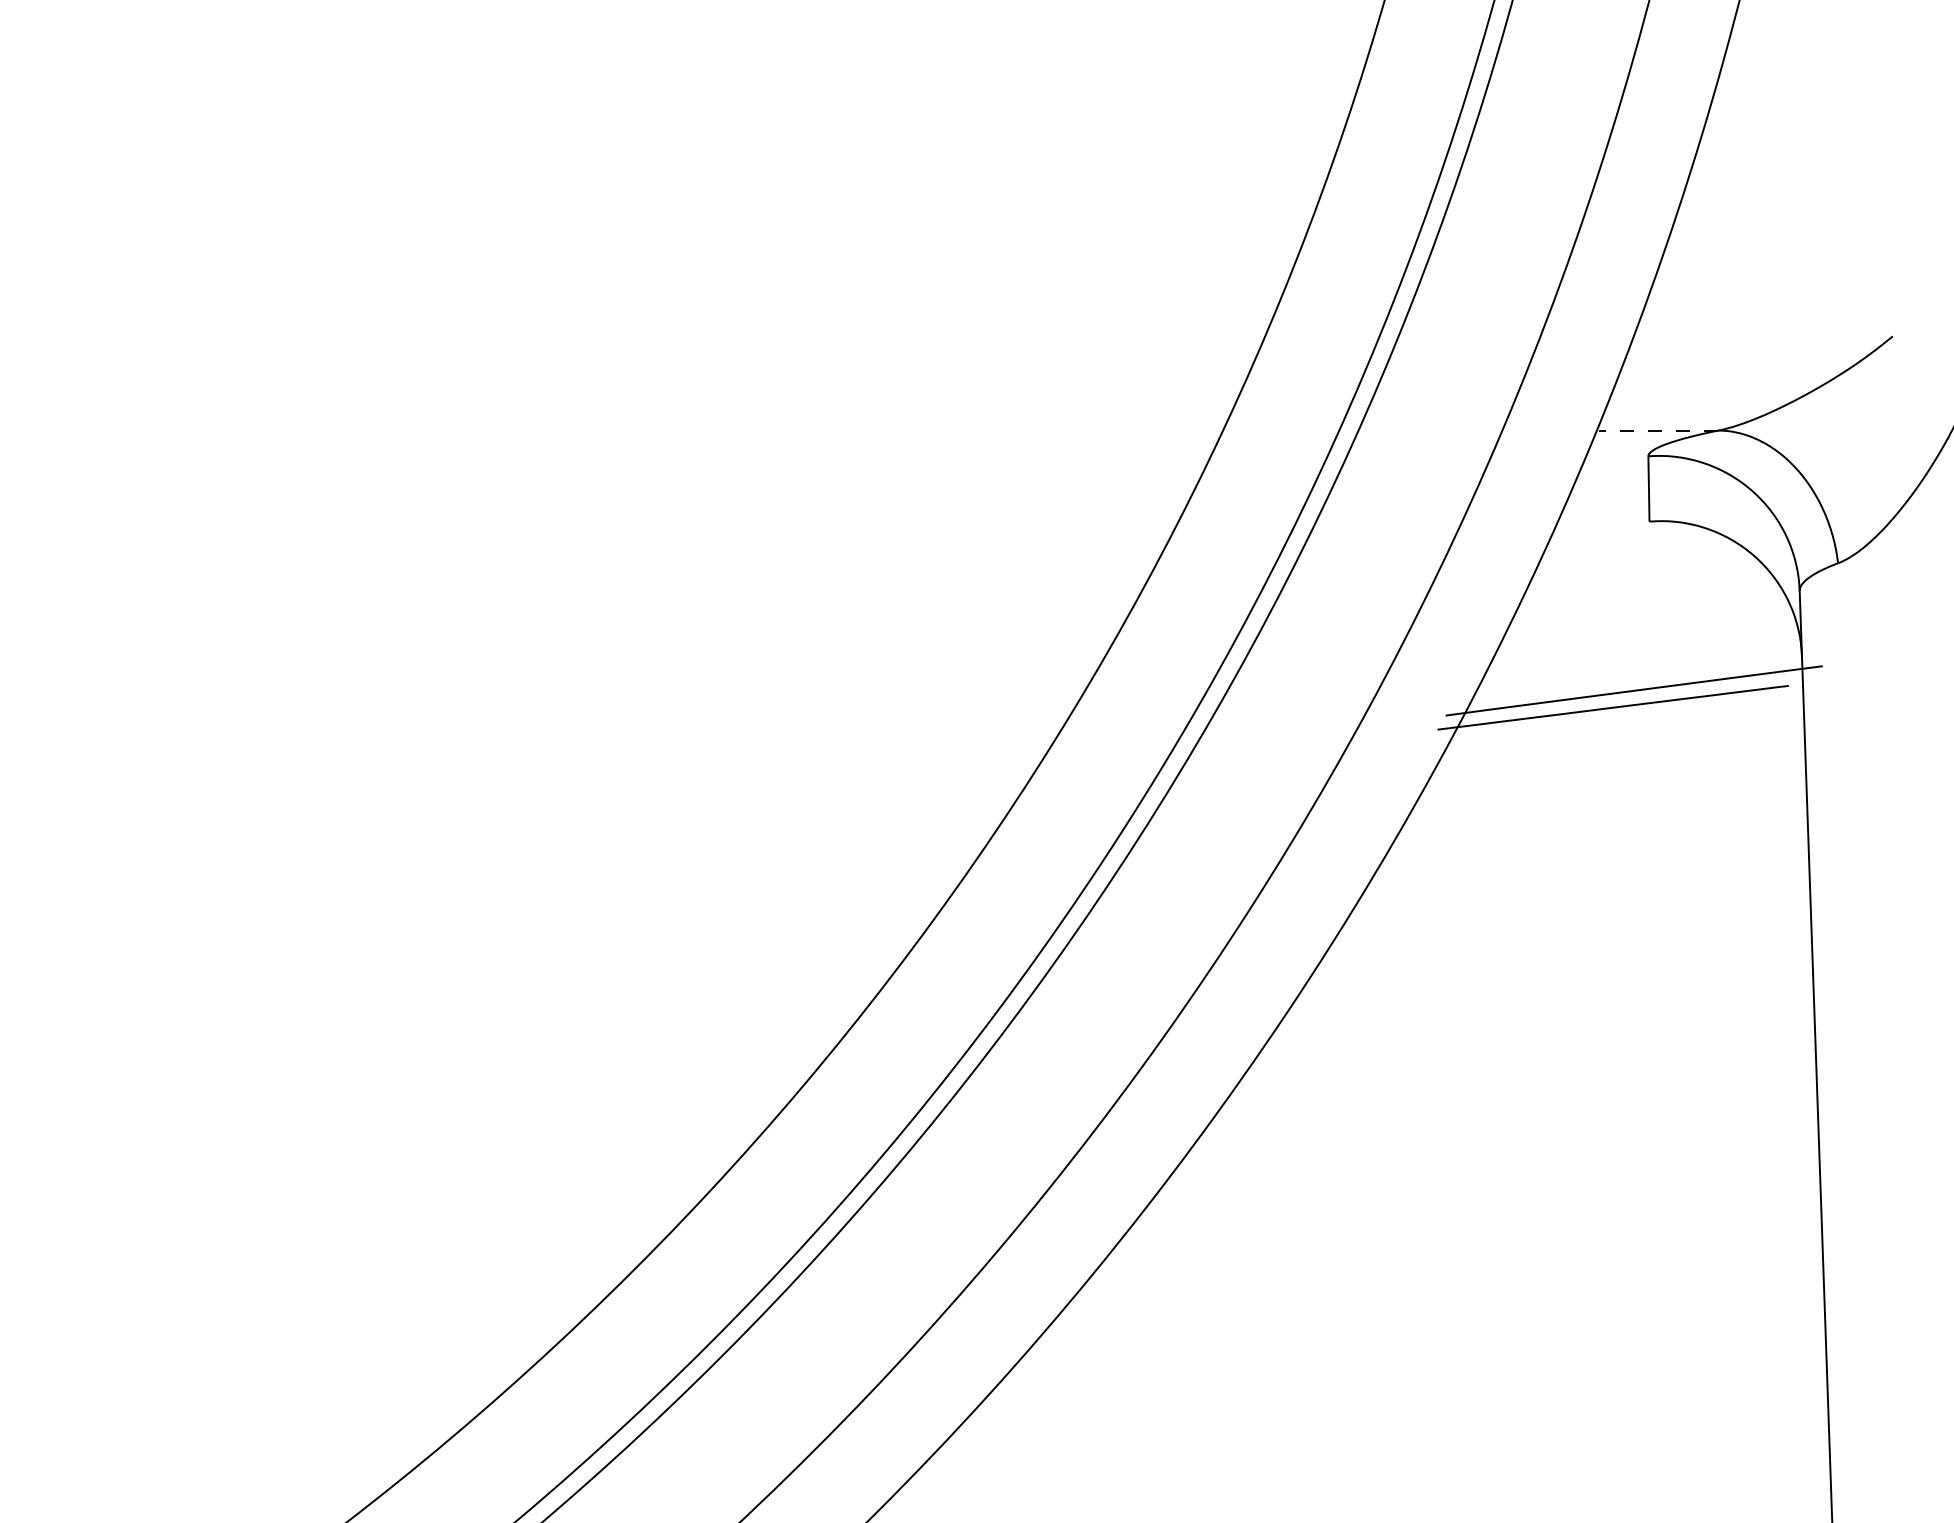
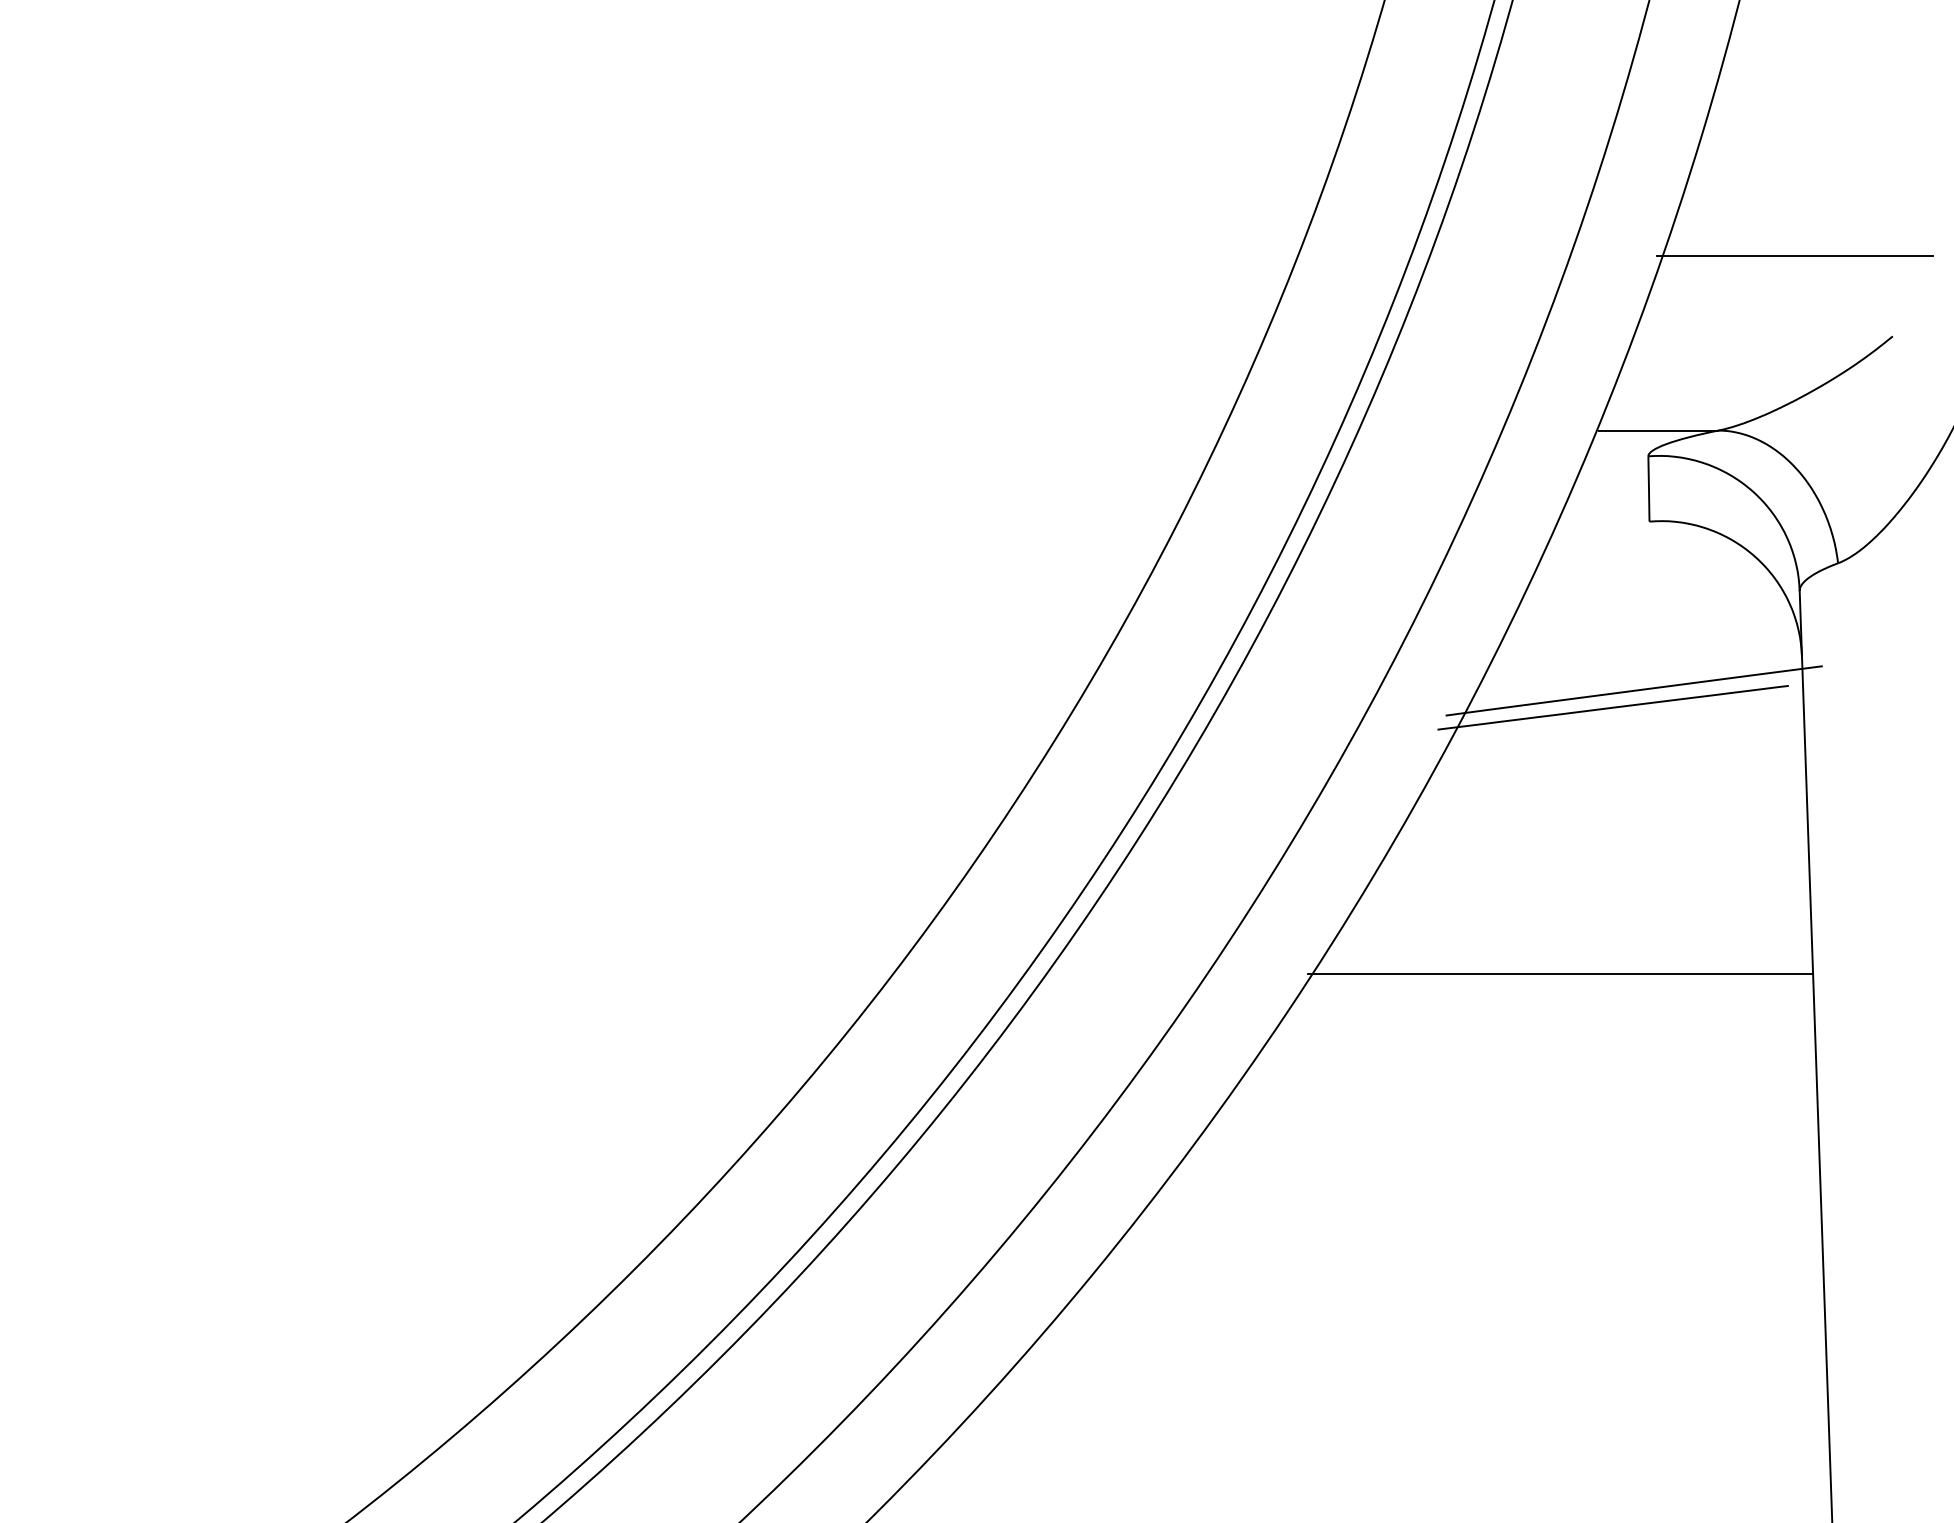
line at (1794, 255): none -> present
line at (1658, 430): dashed -> solid
line at (1560, 974): none -> present
